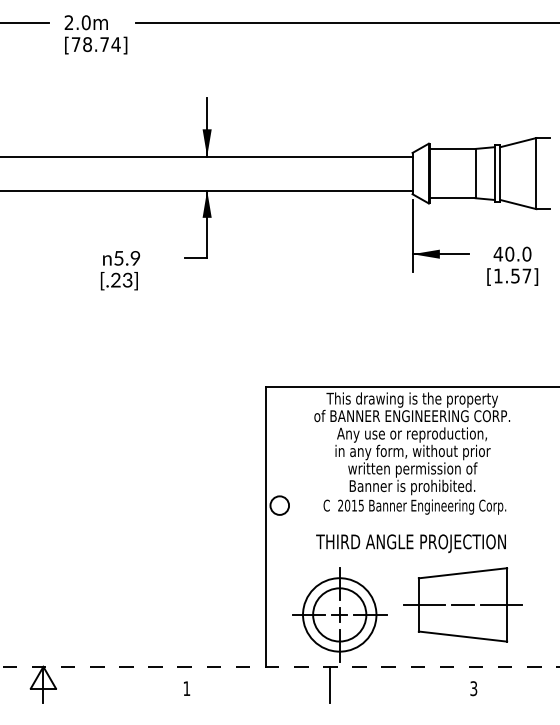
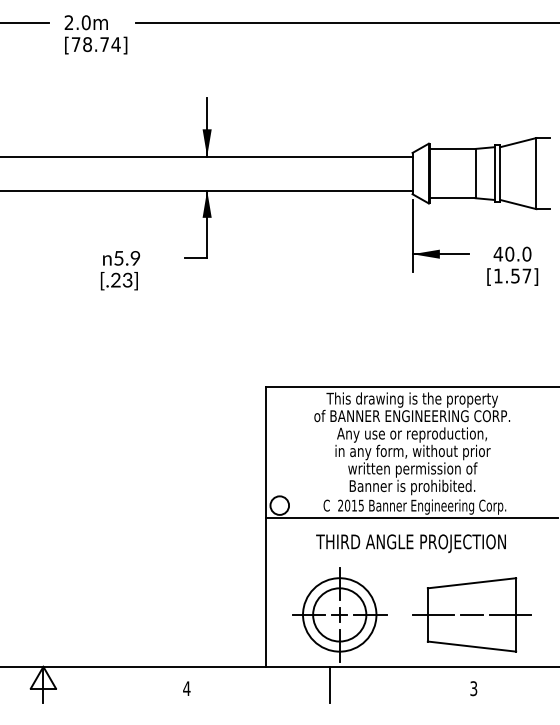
line at (411, 518): none -> present
part at (462, 604) position: (462, 604) -> (471, 614)
line at (280, 666): dashed -> solid
text at (186, 688): 1 -> 4
